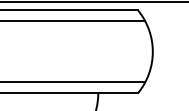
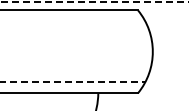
line at (94, 1): solid -> dashed
line at (73, 21): present -> none
line at (73, 82): solid -> dashed
